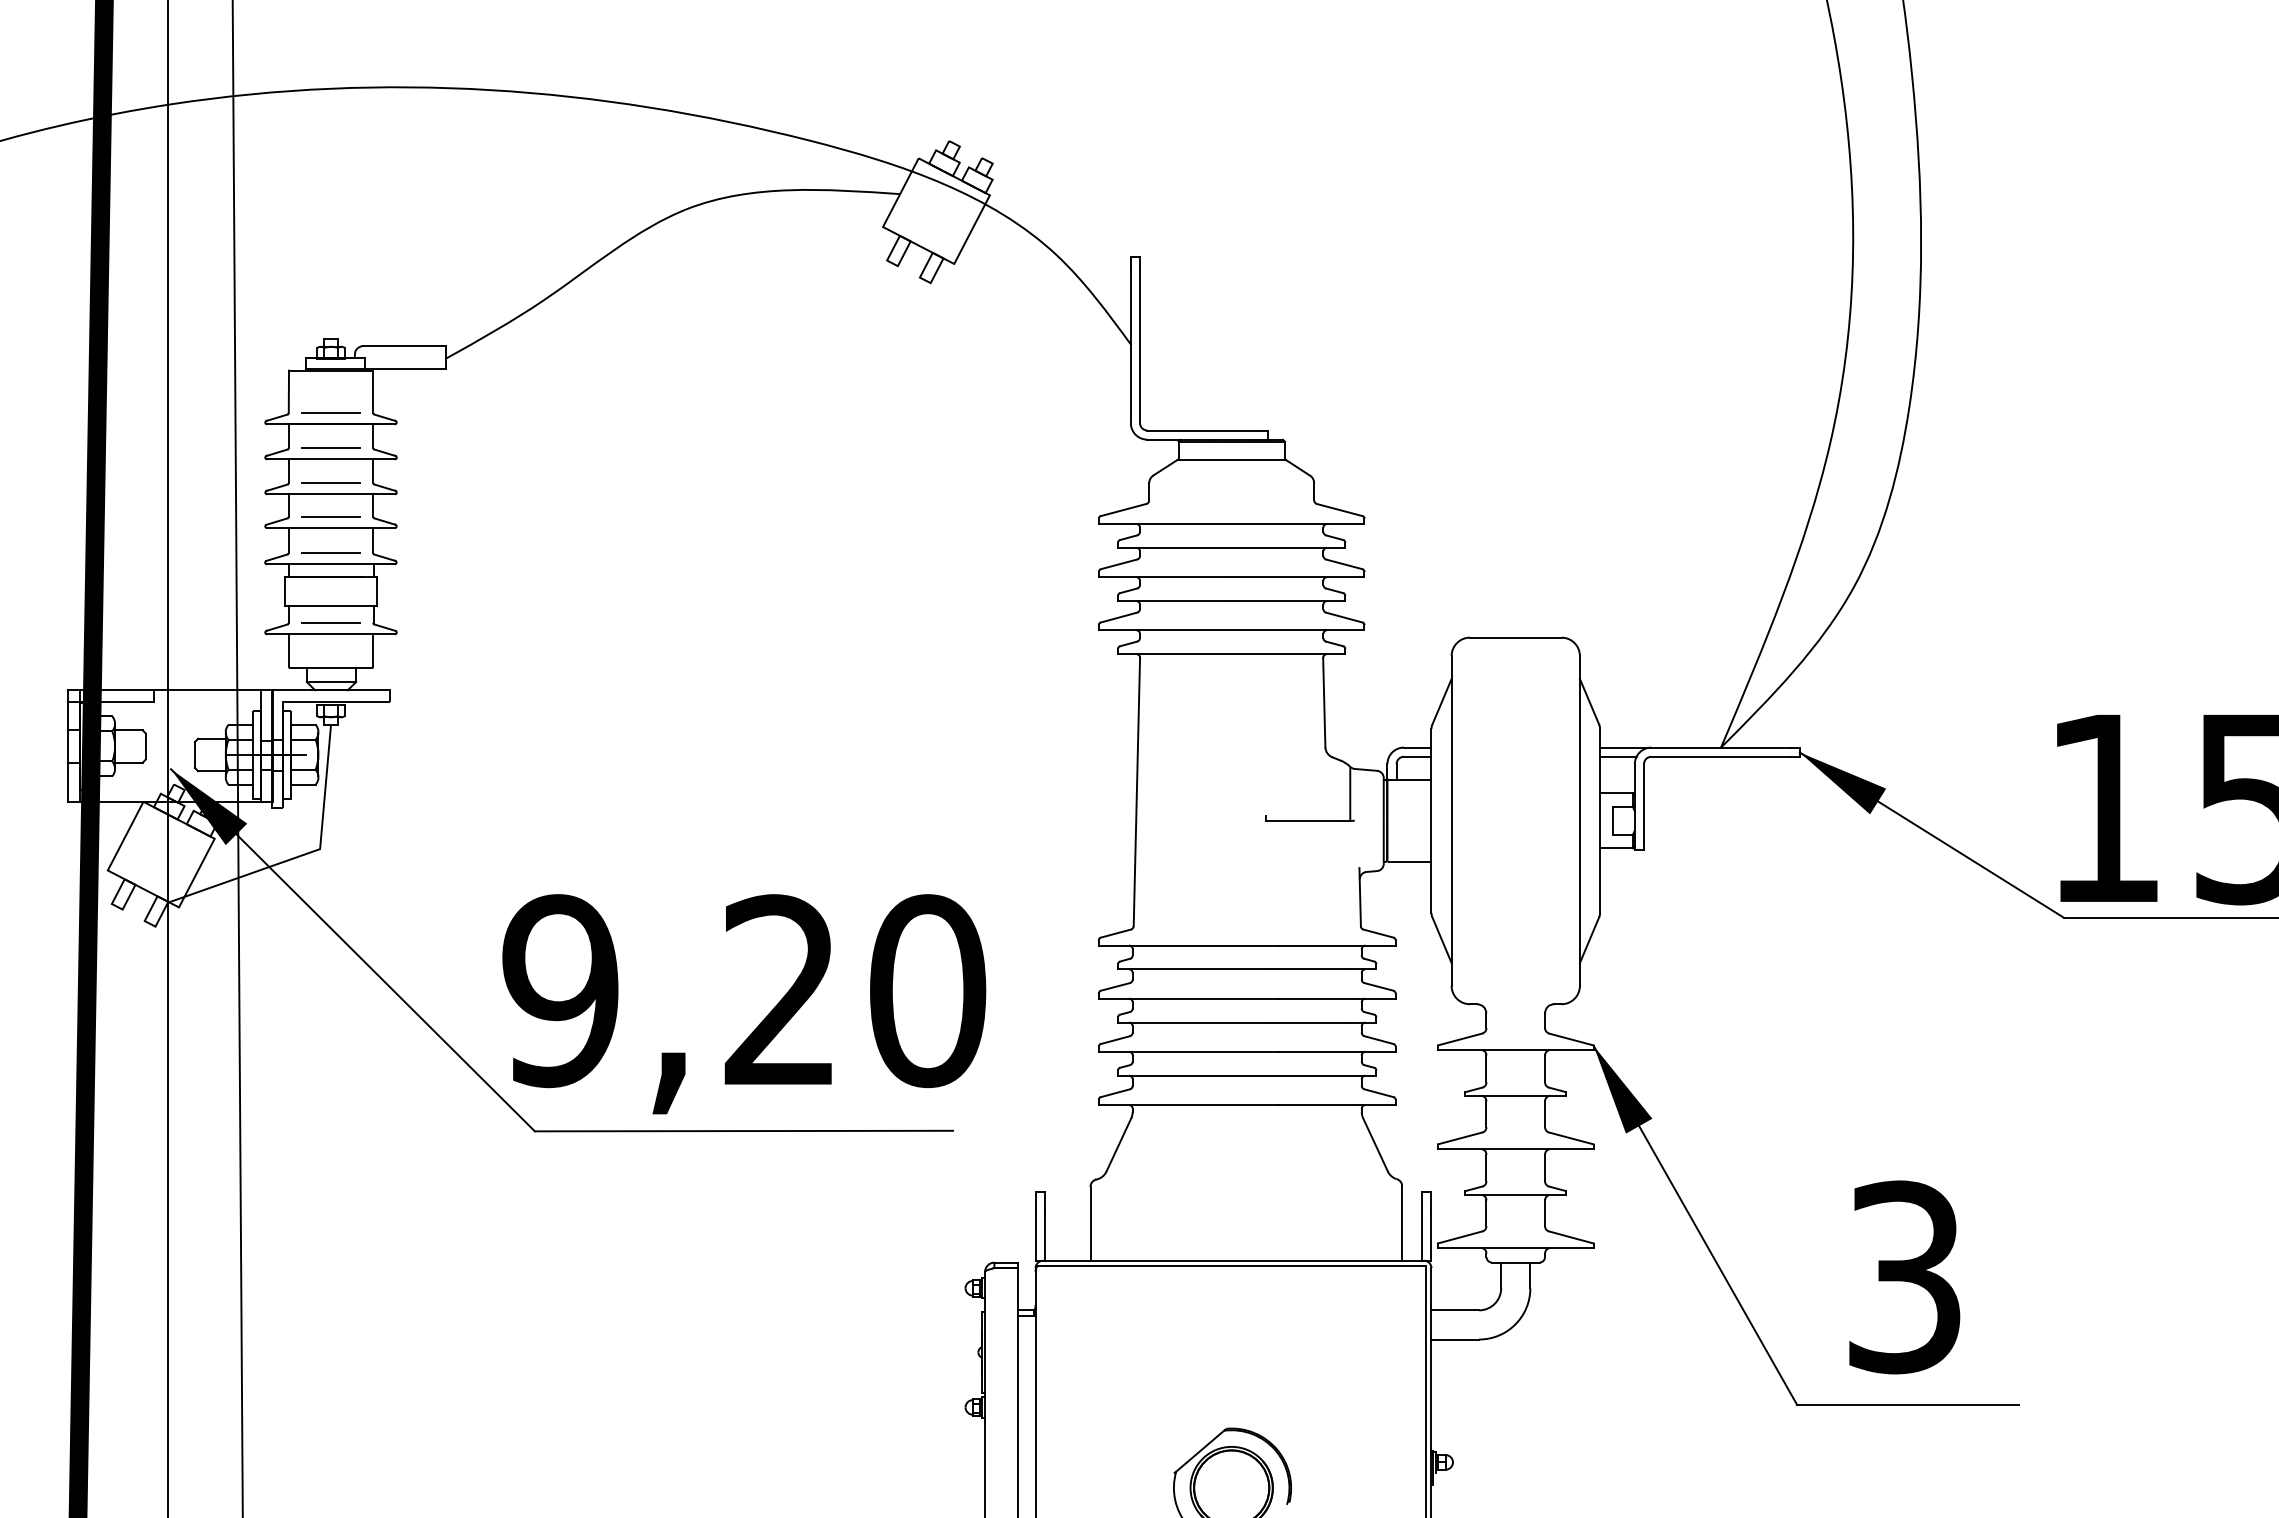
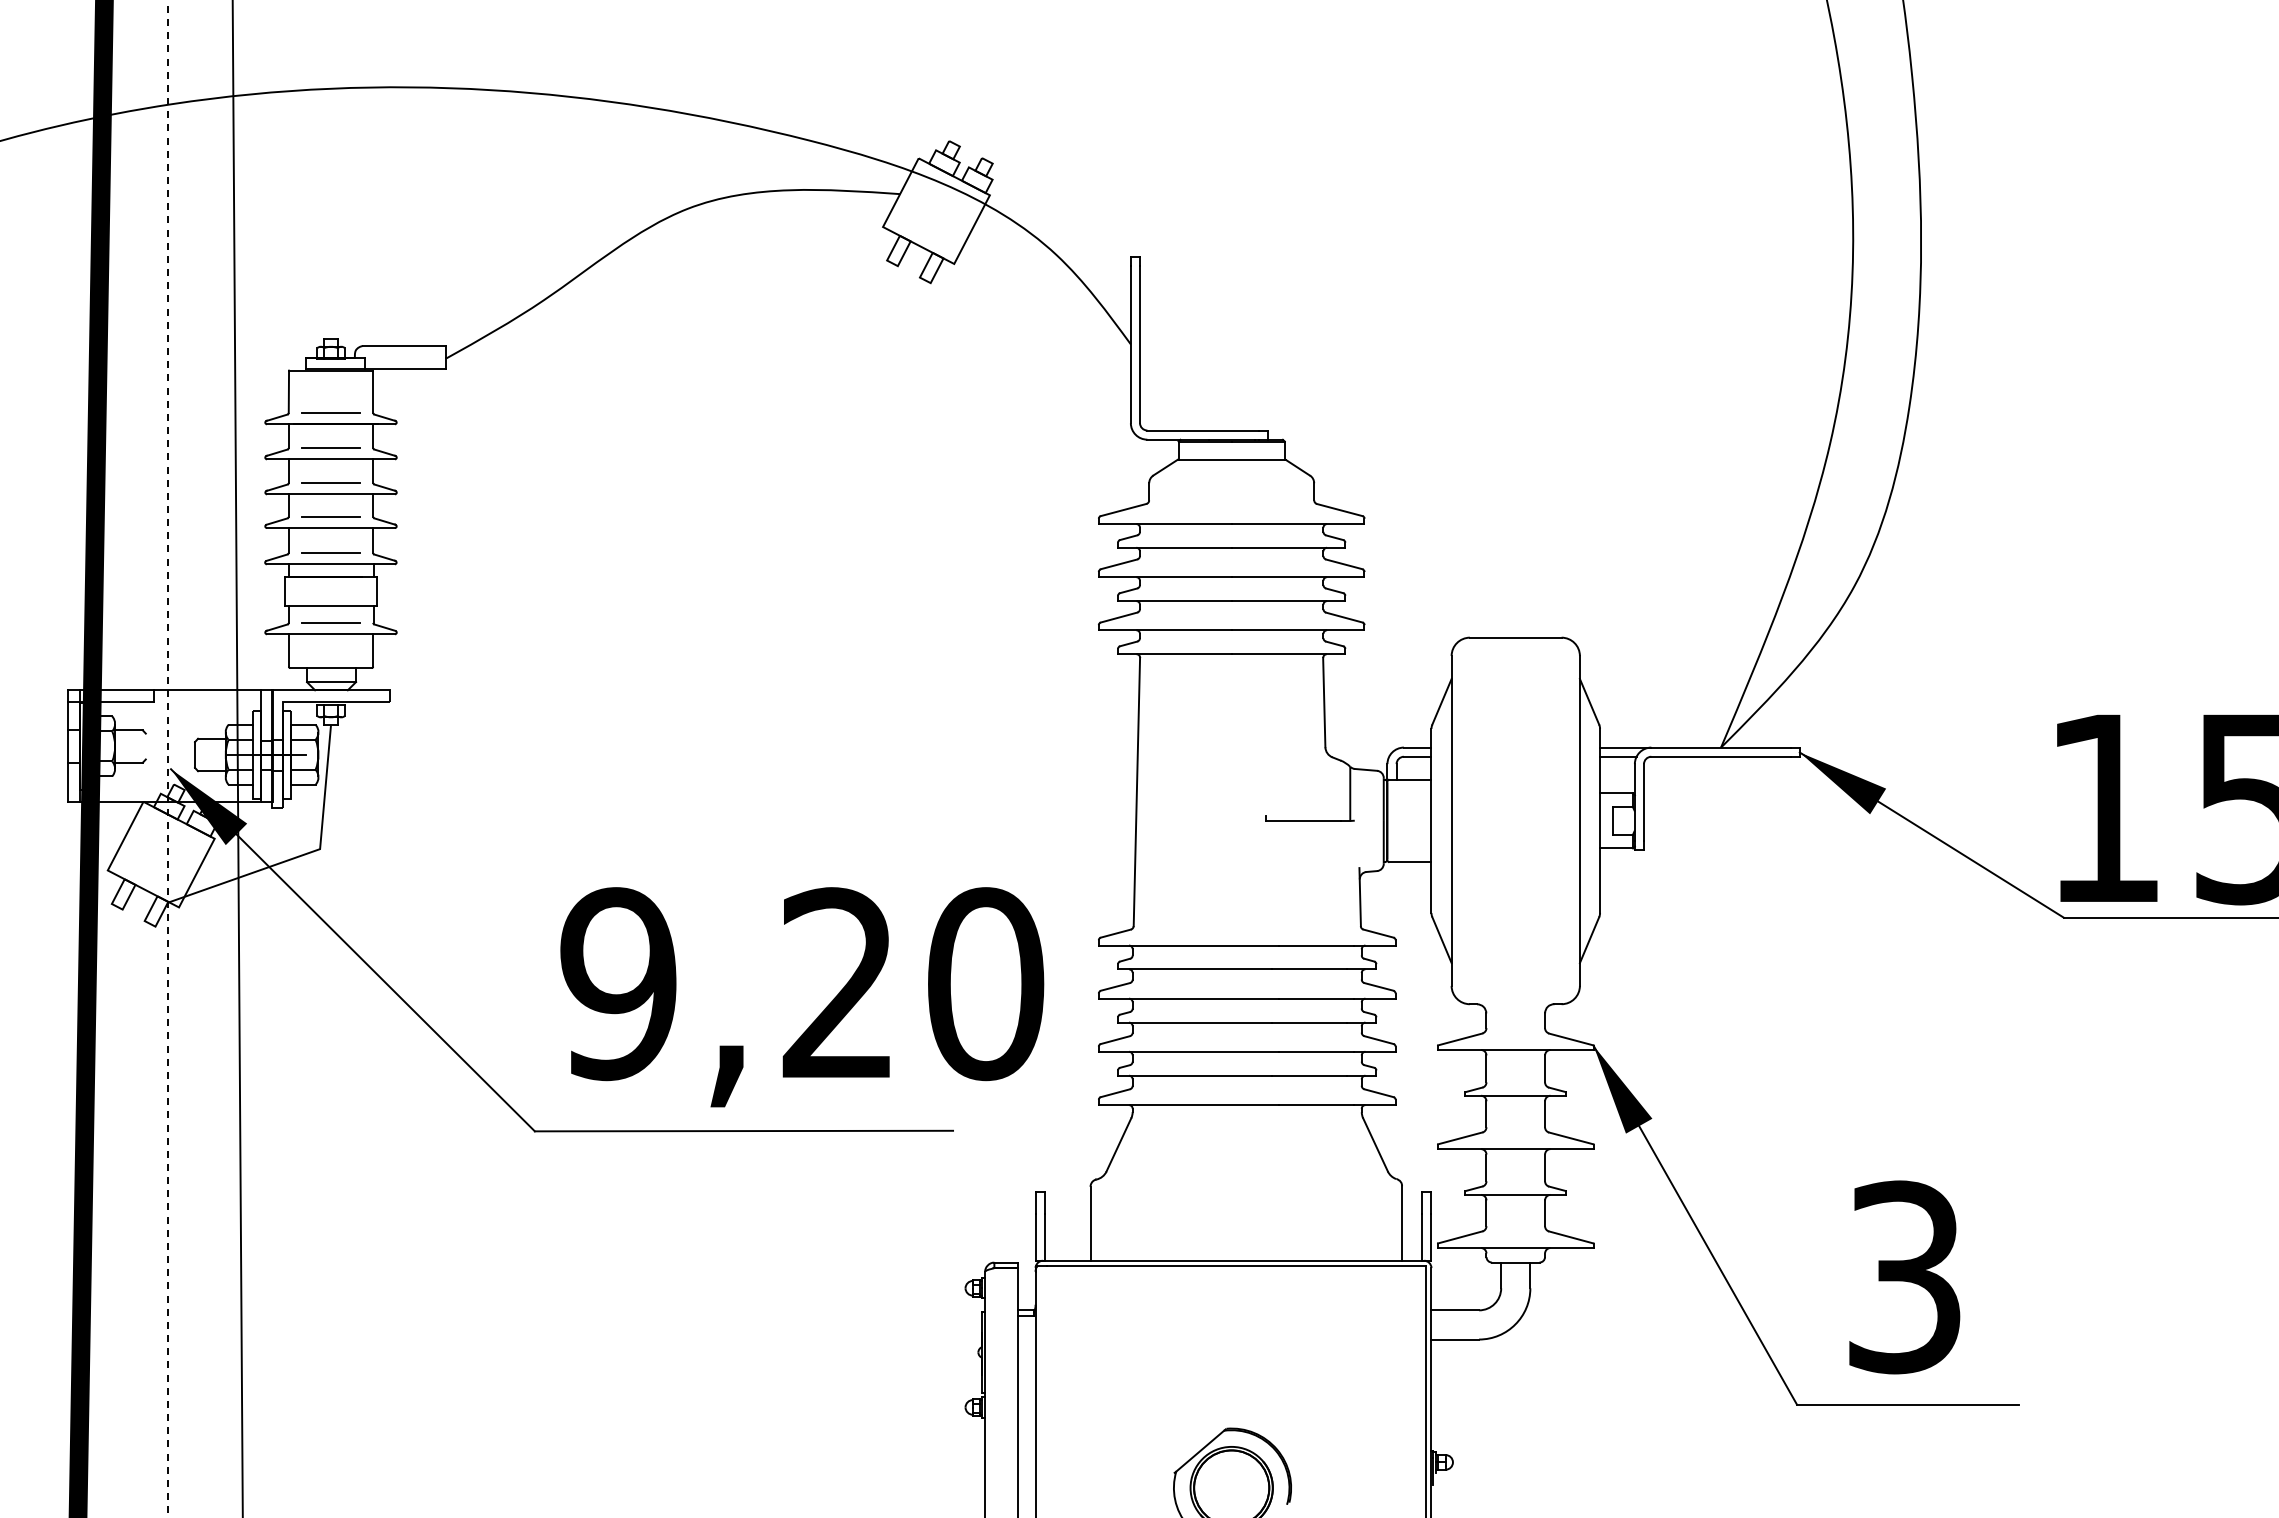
line at (145, 746): present -> none
line at (167, 759): solid -> dashed
text at (744, 1004) position: (744, 1004) -> (802, 997)
